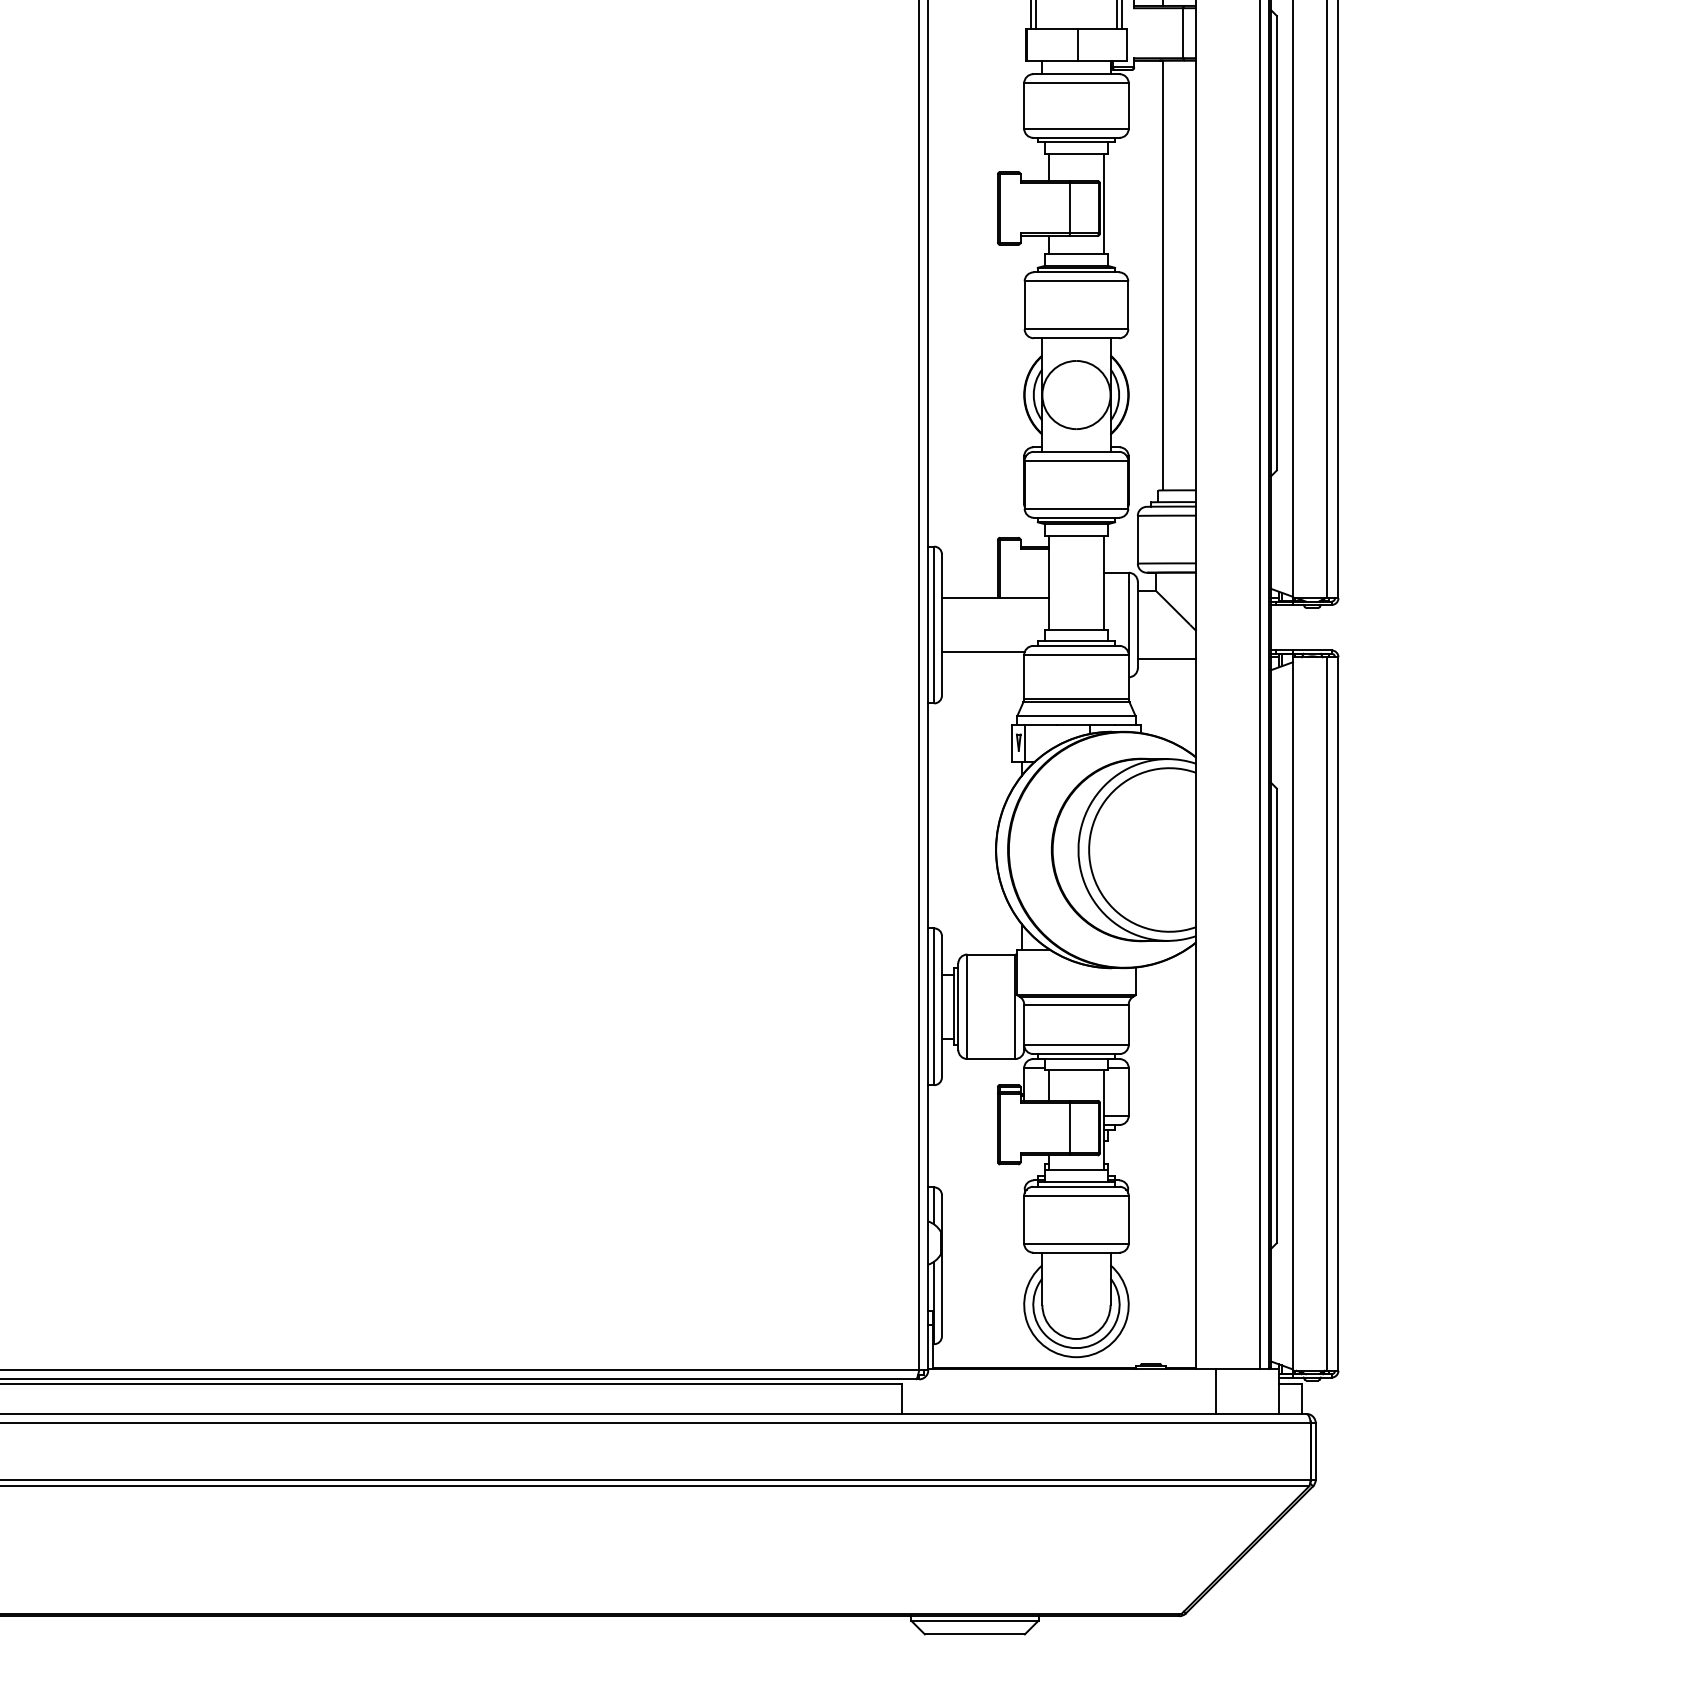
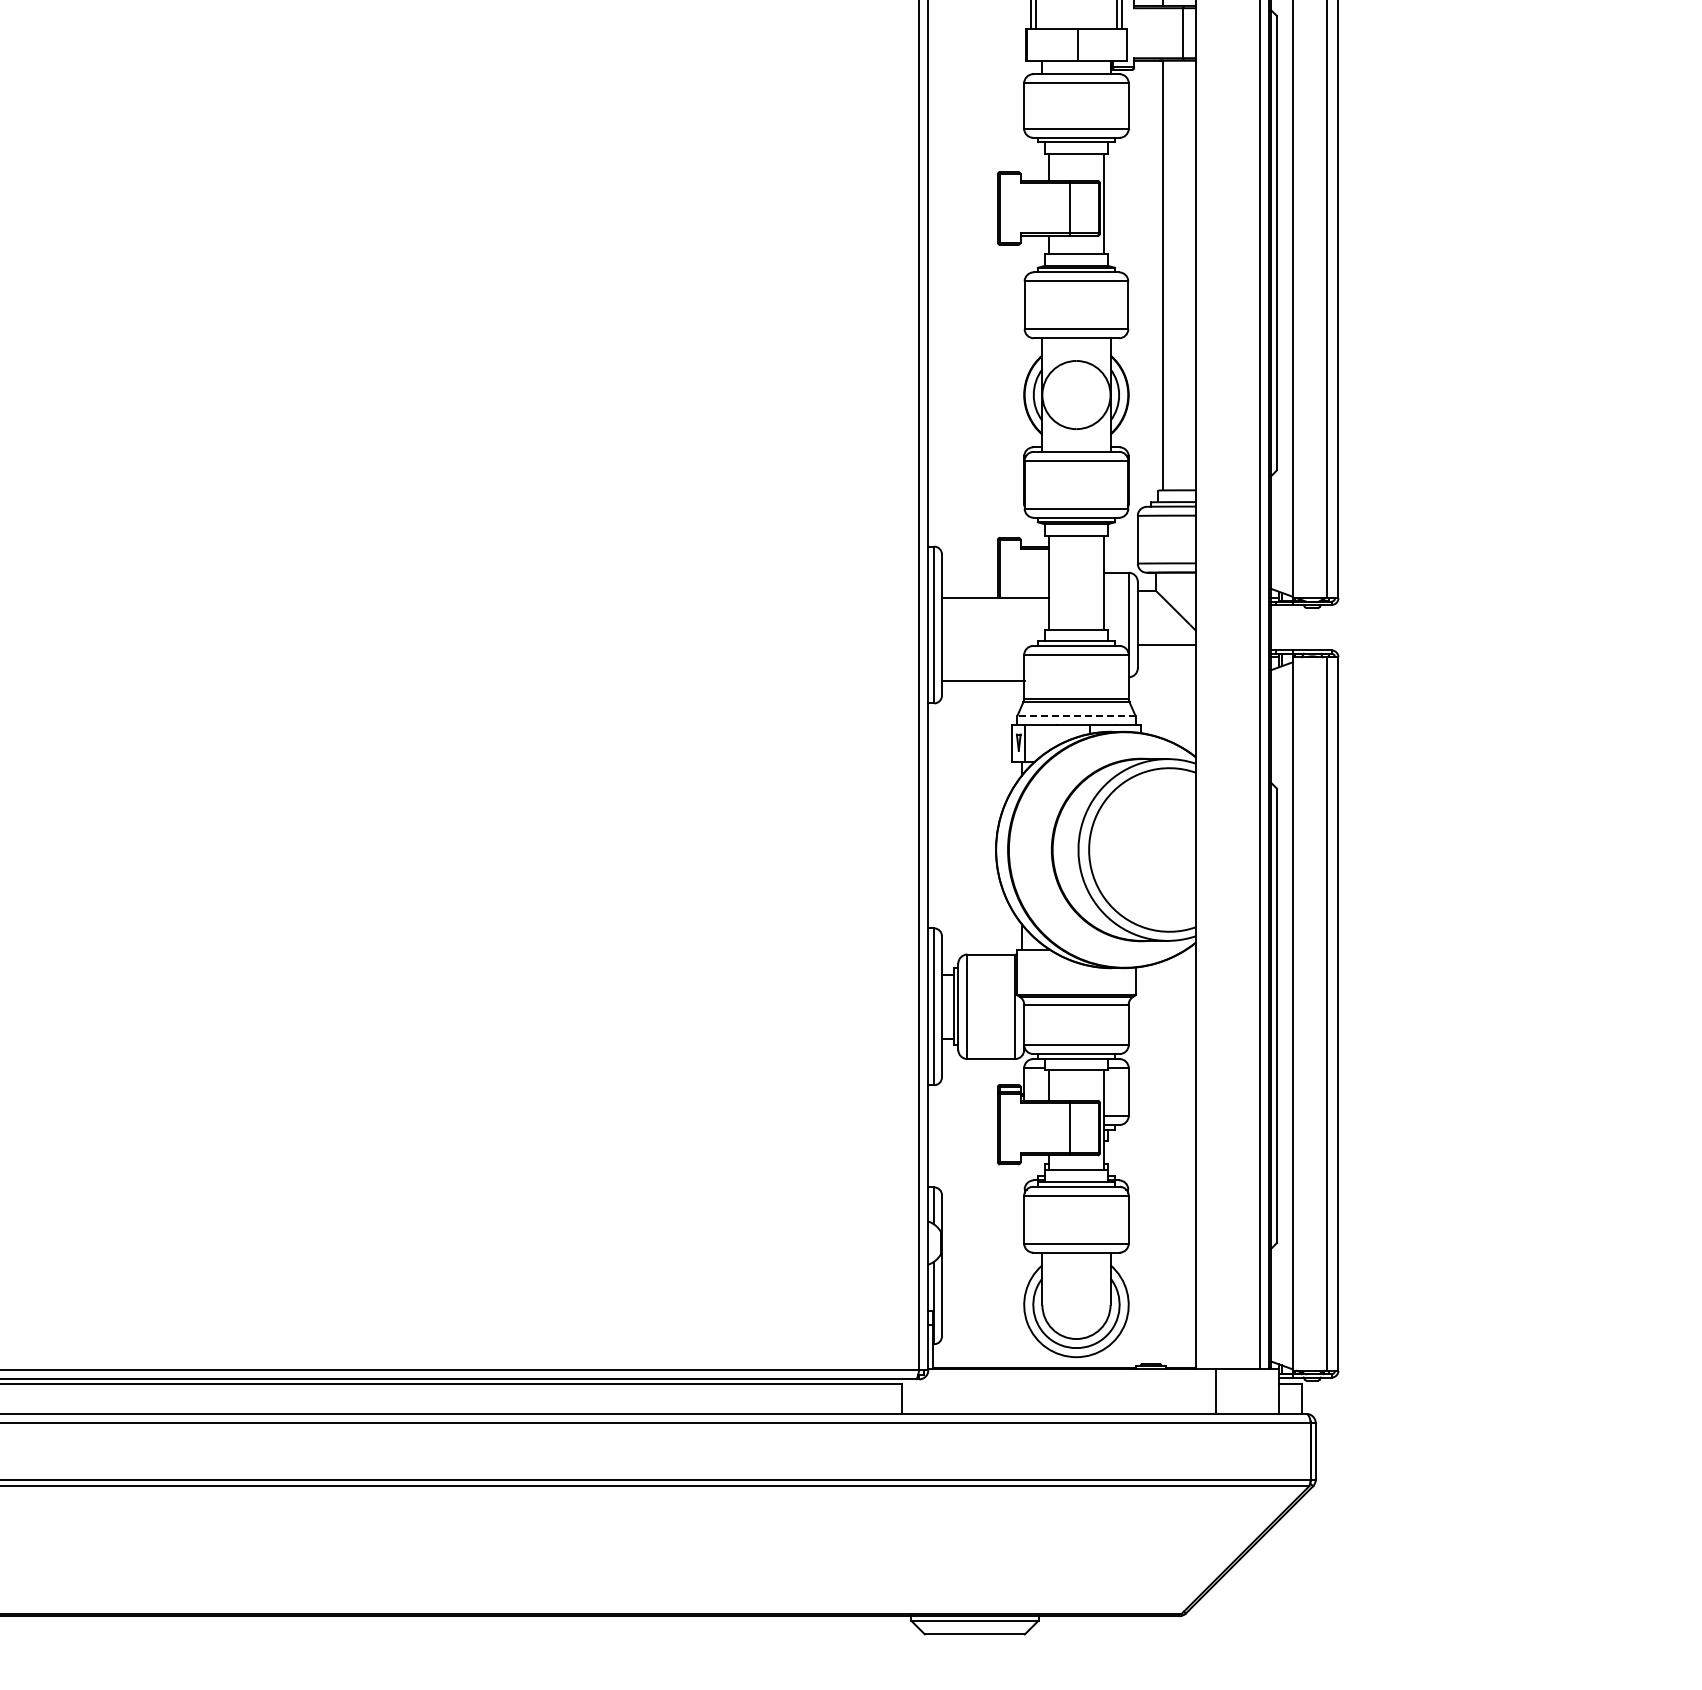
line at (982, 652) position: (982, 652) -> (982, 681)
line at (1166, 659) position: (1166, 659) -> (1166, 645)
line at (1075, 715): solid -> dashed
